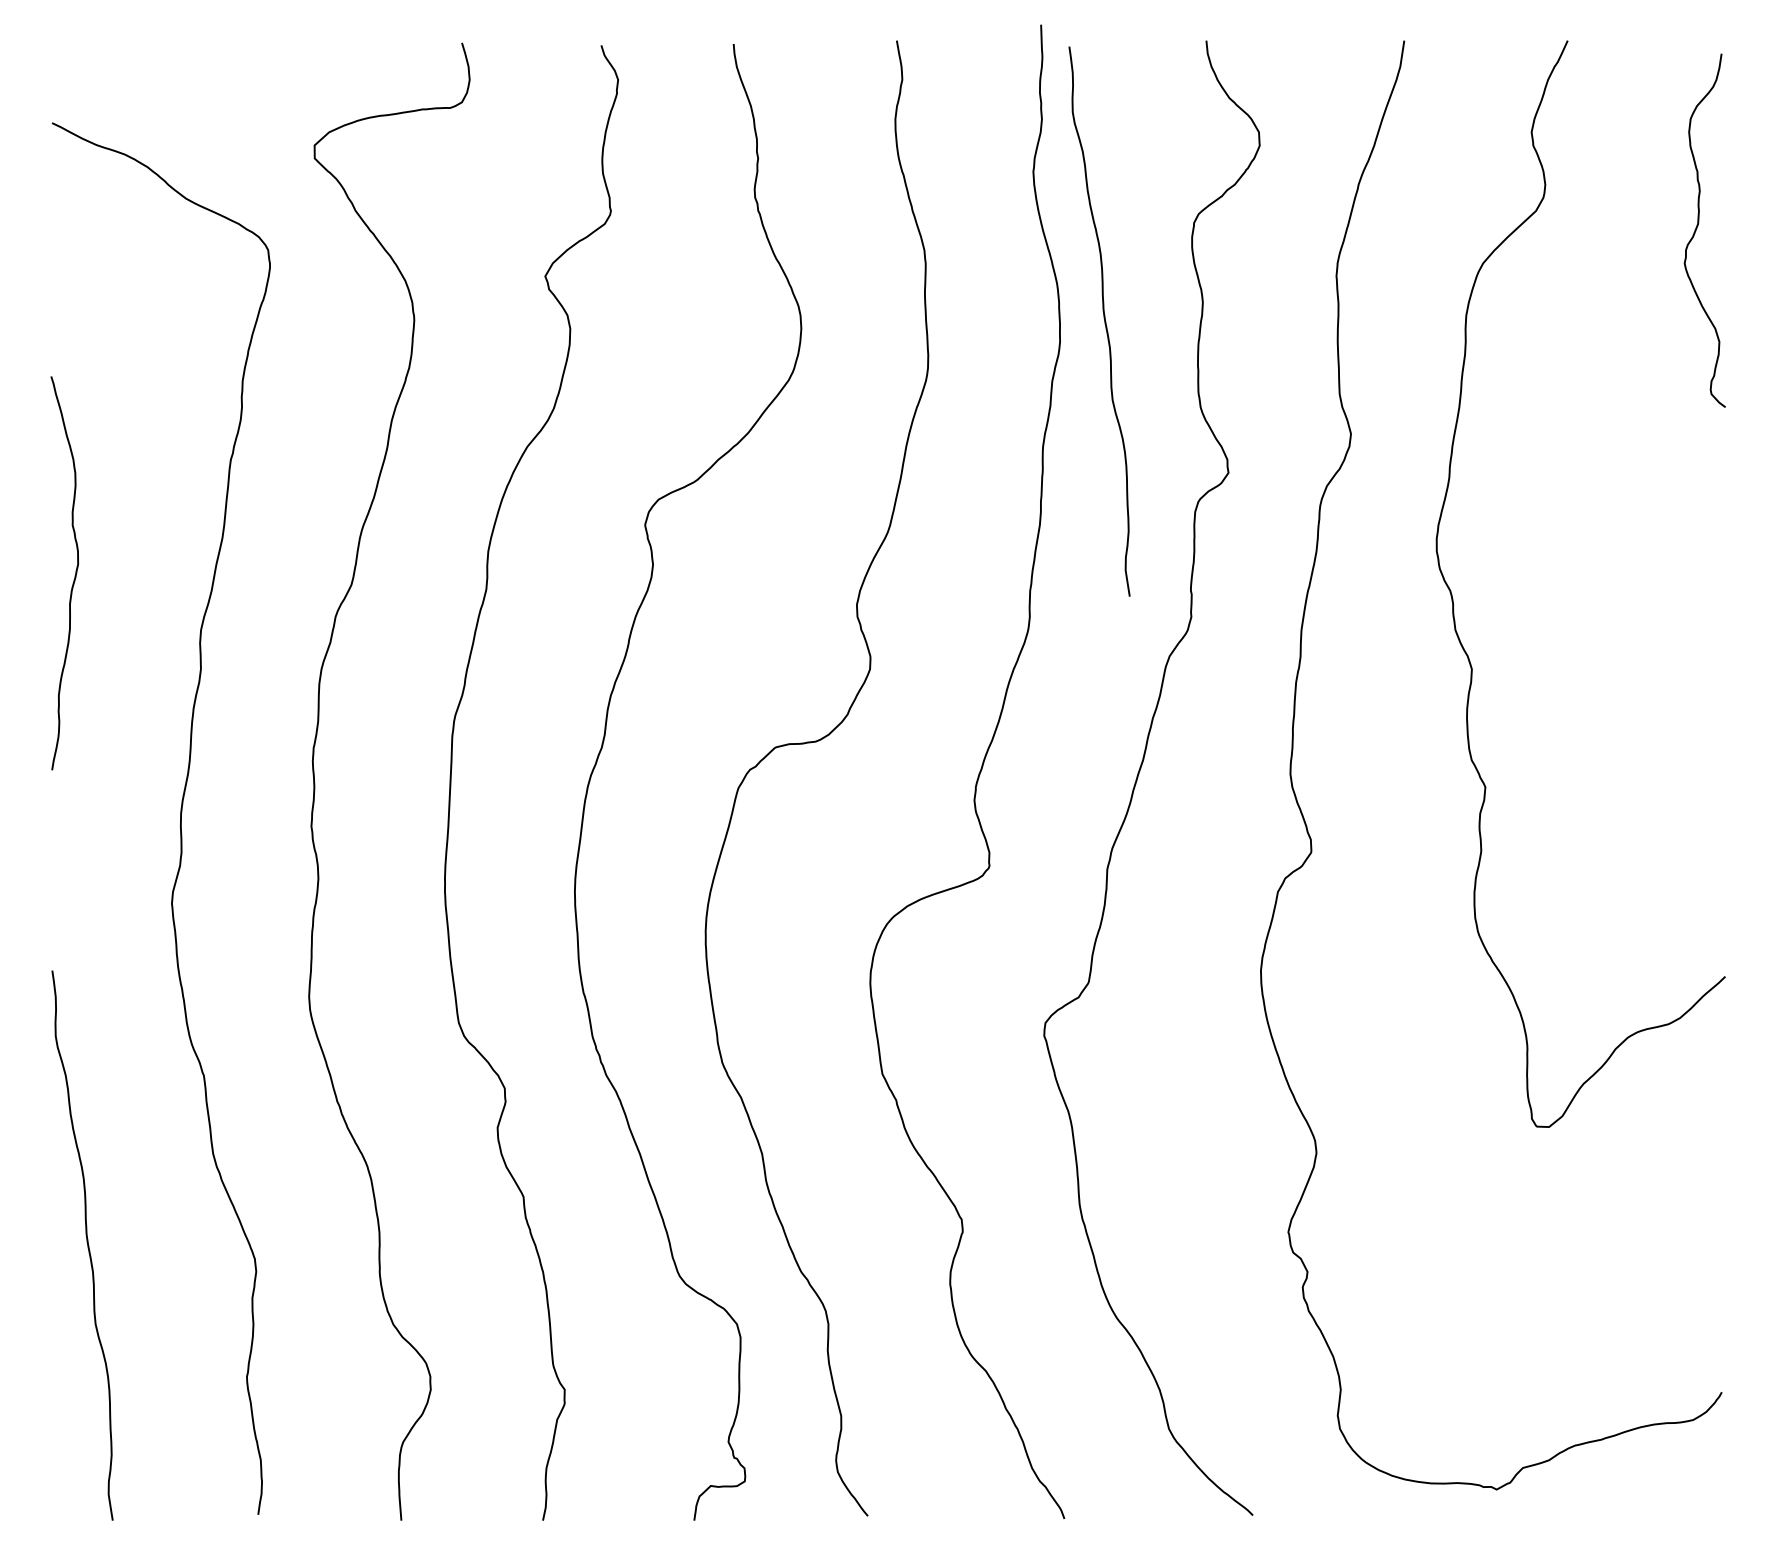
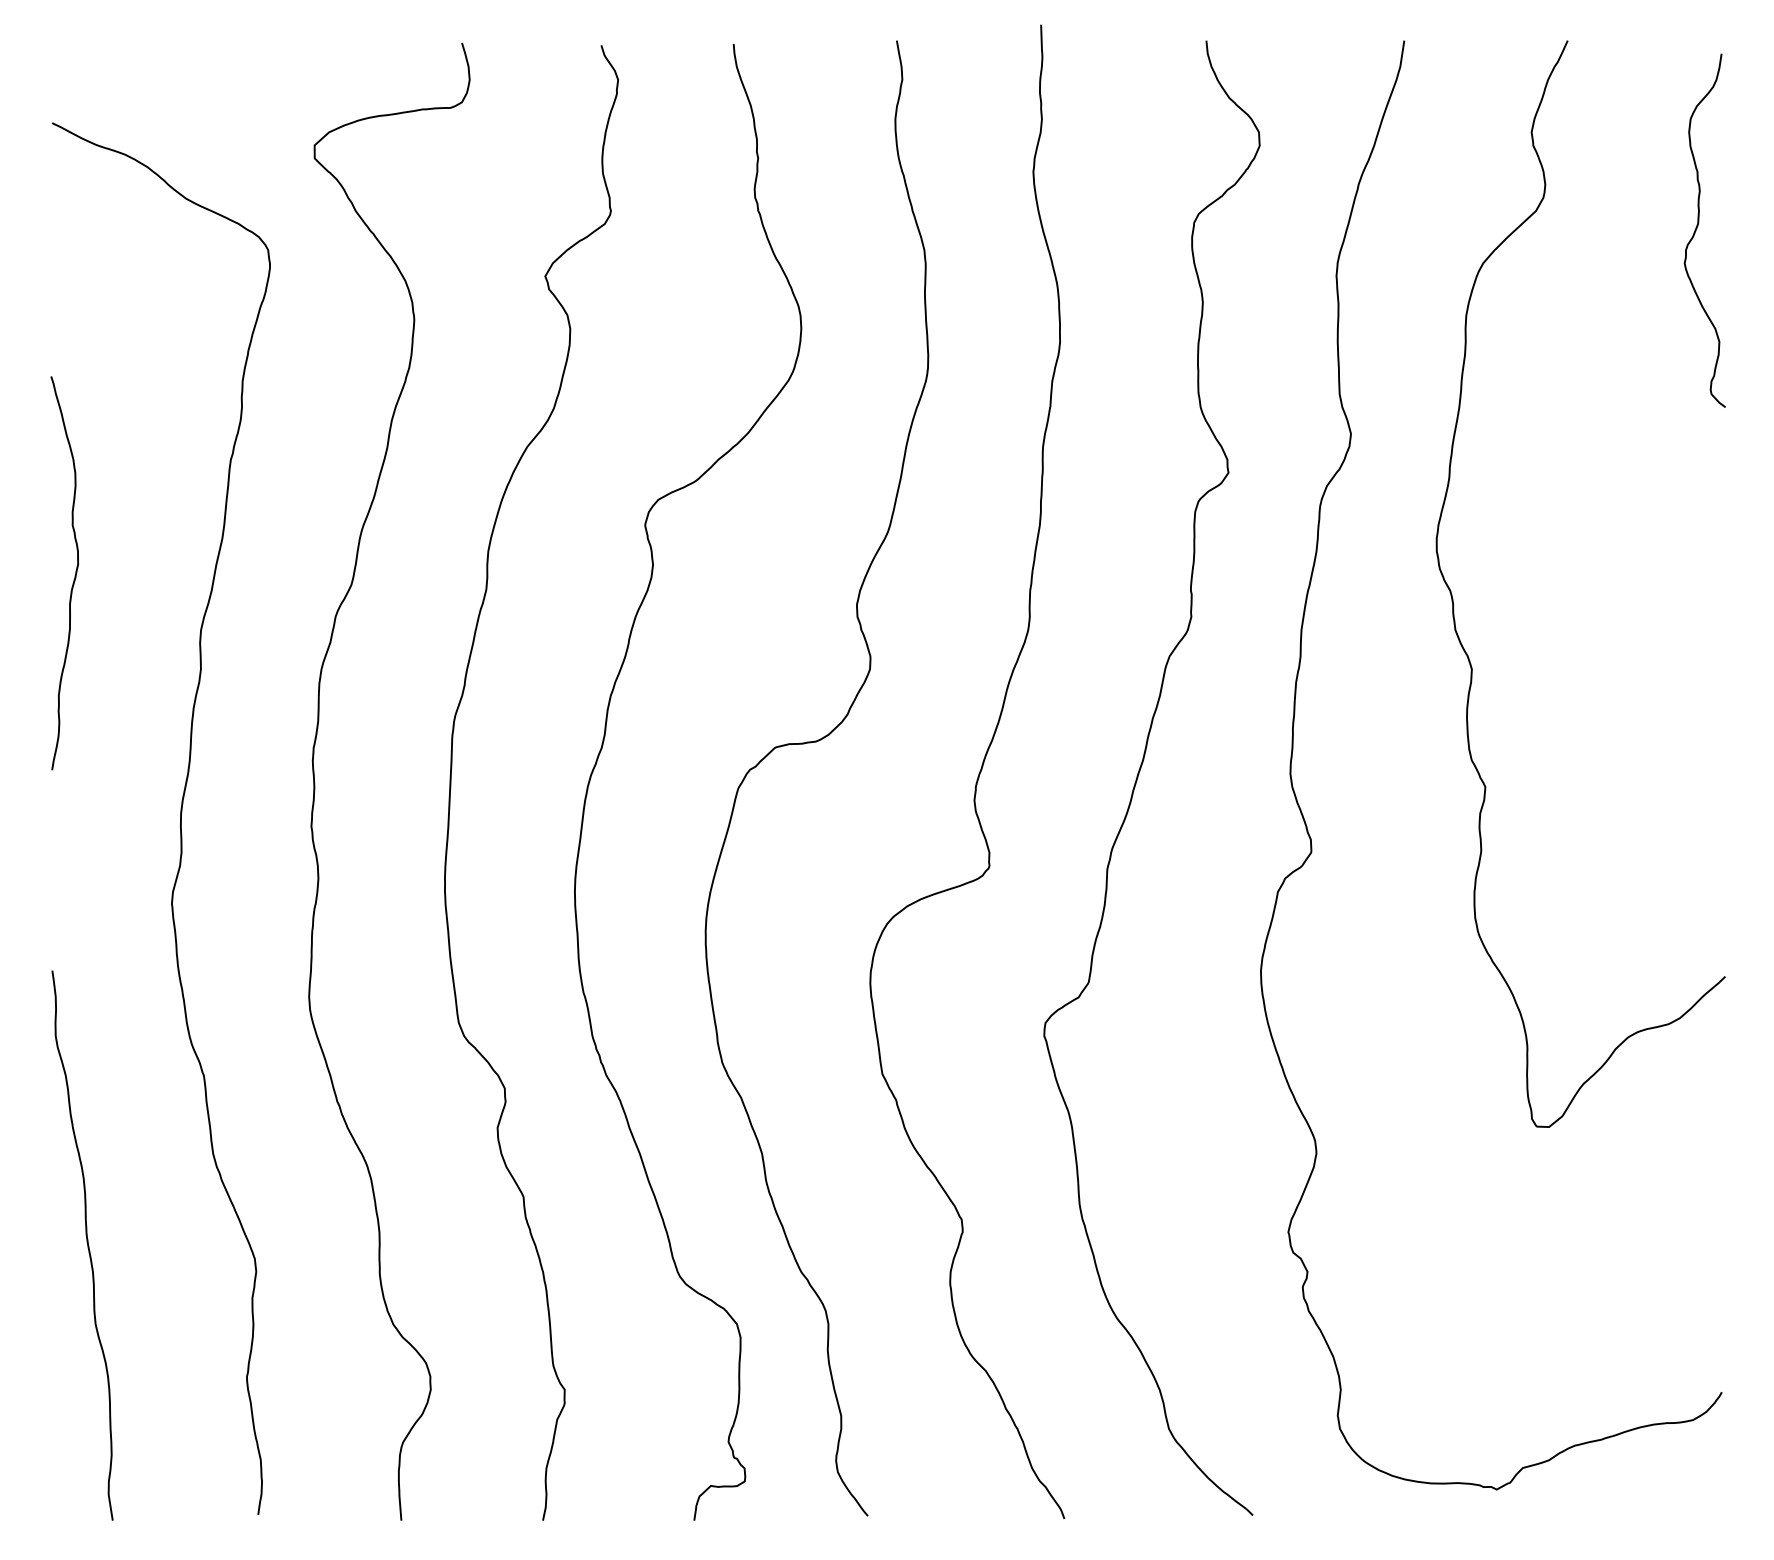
curve at (1103, 318): present -> none
